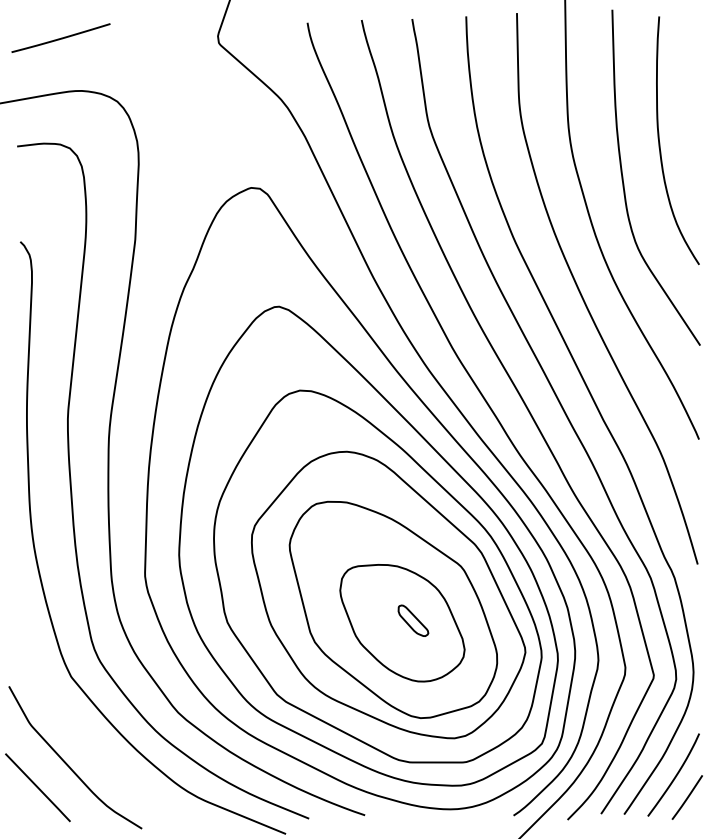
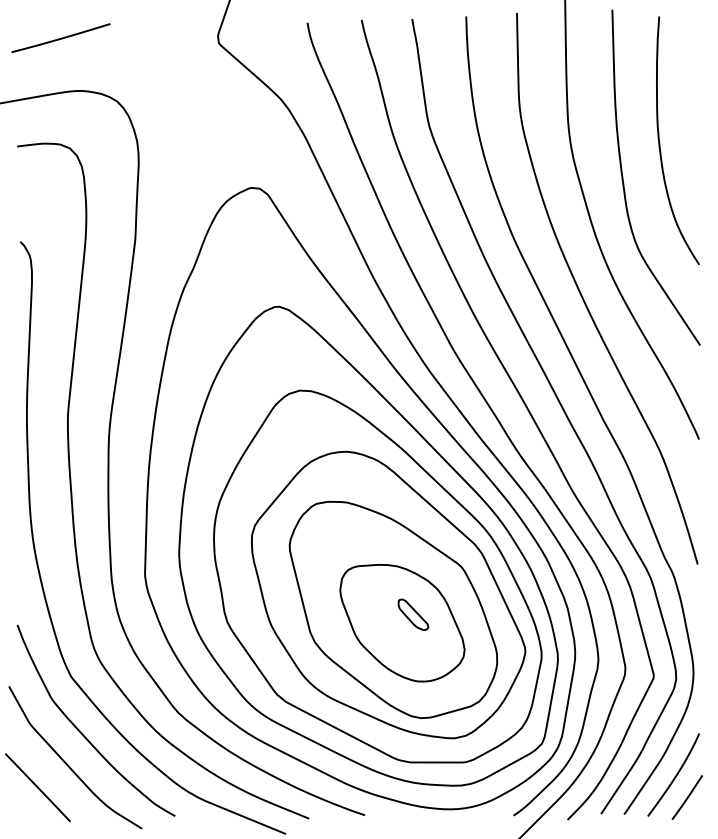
part at (413, 620) position: (413, 620) -> (413, 614)
curve at (81, 731): none -> present
